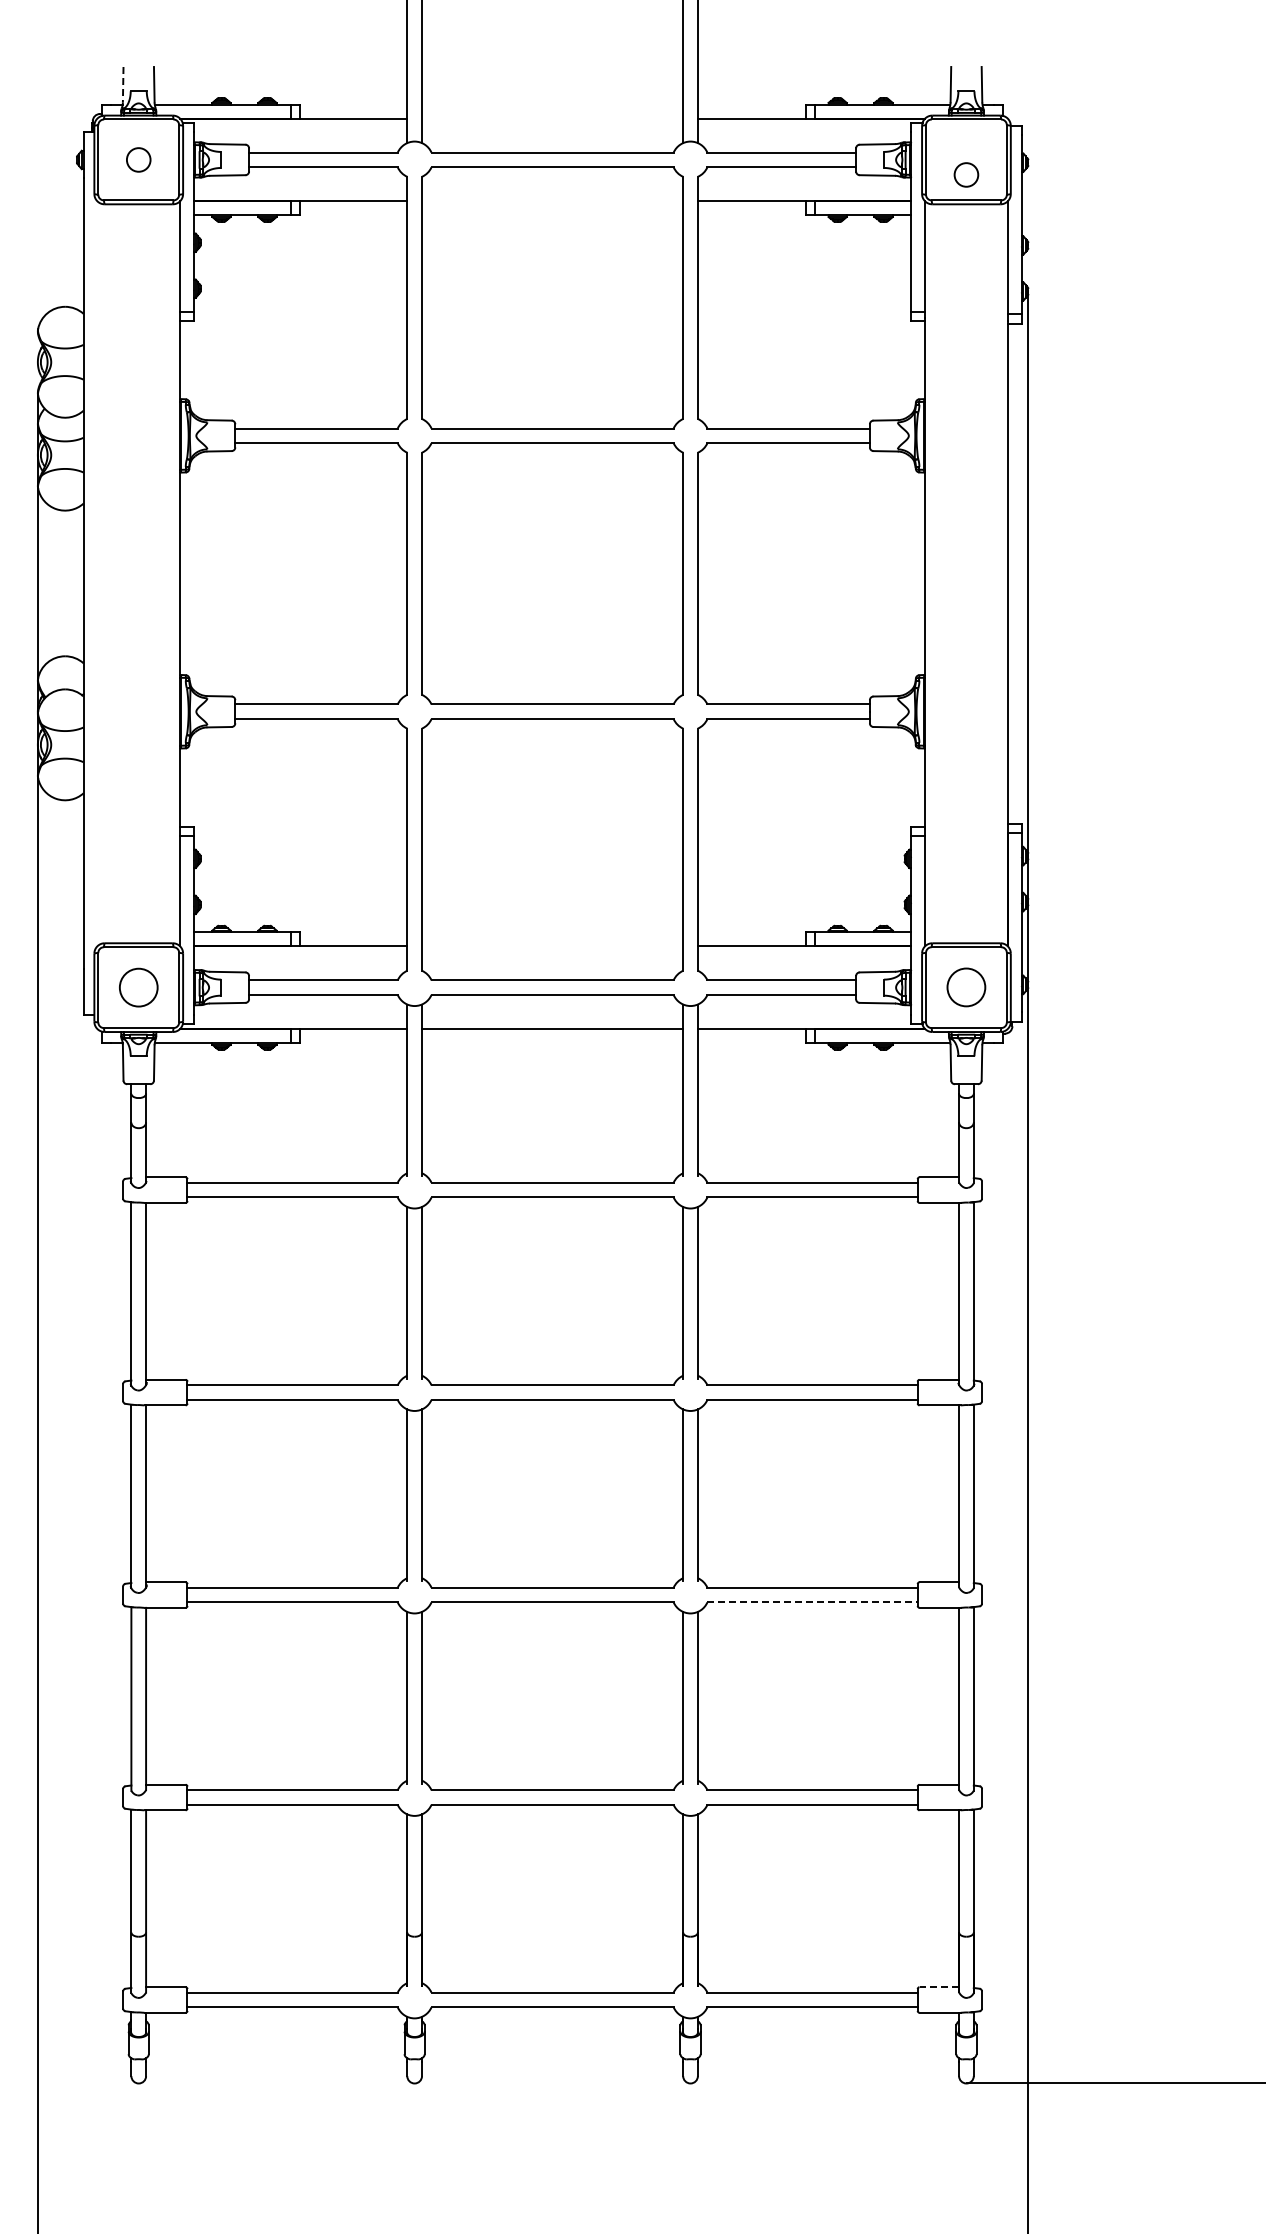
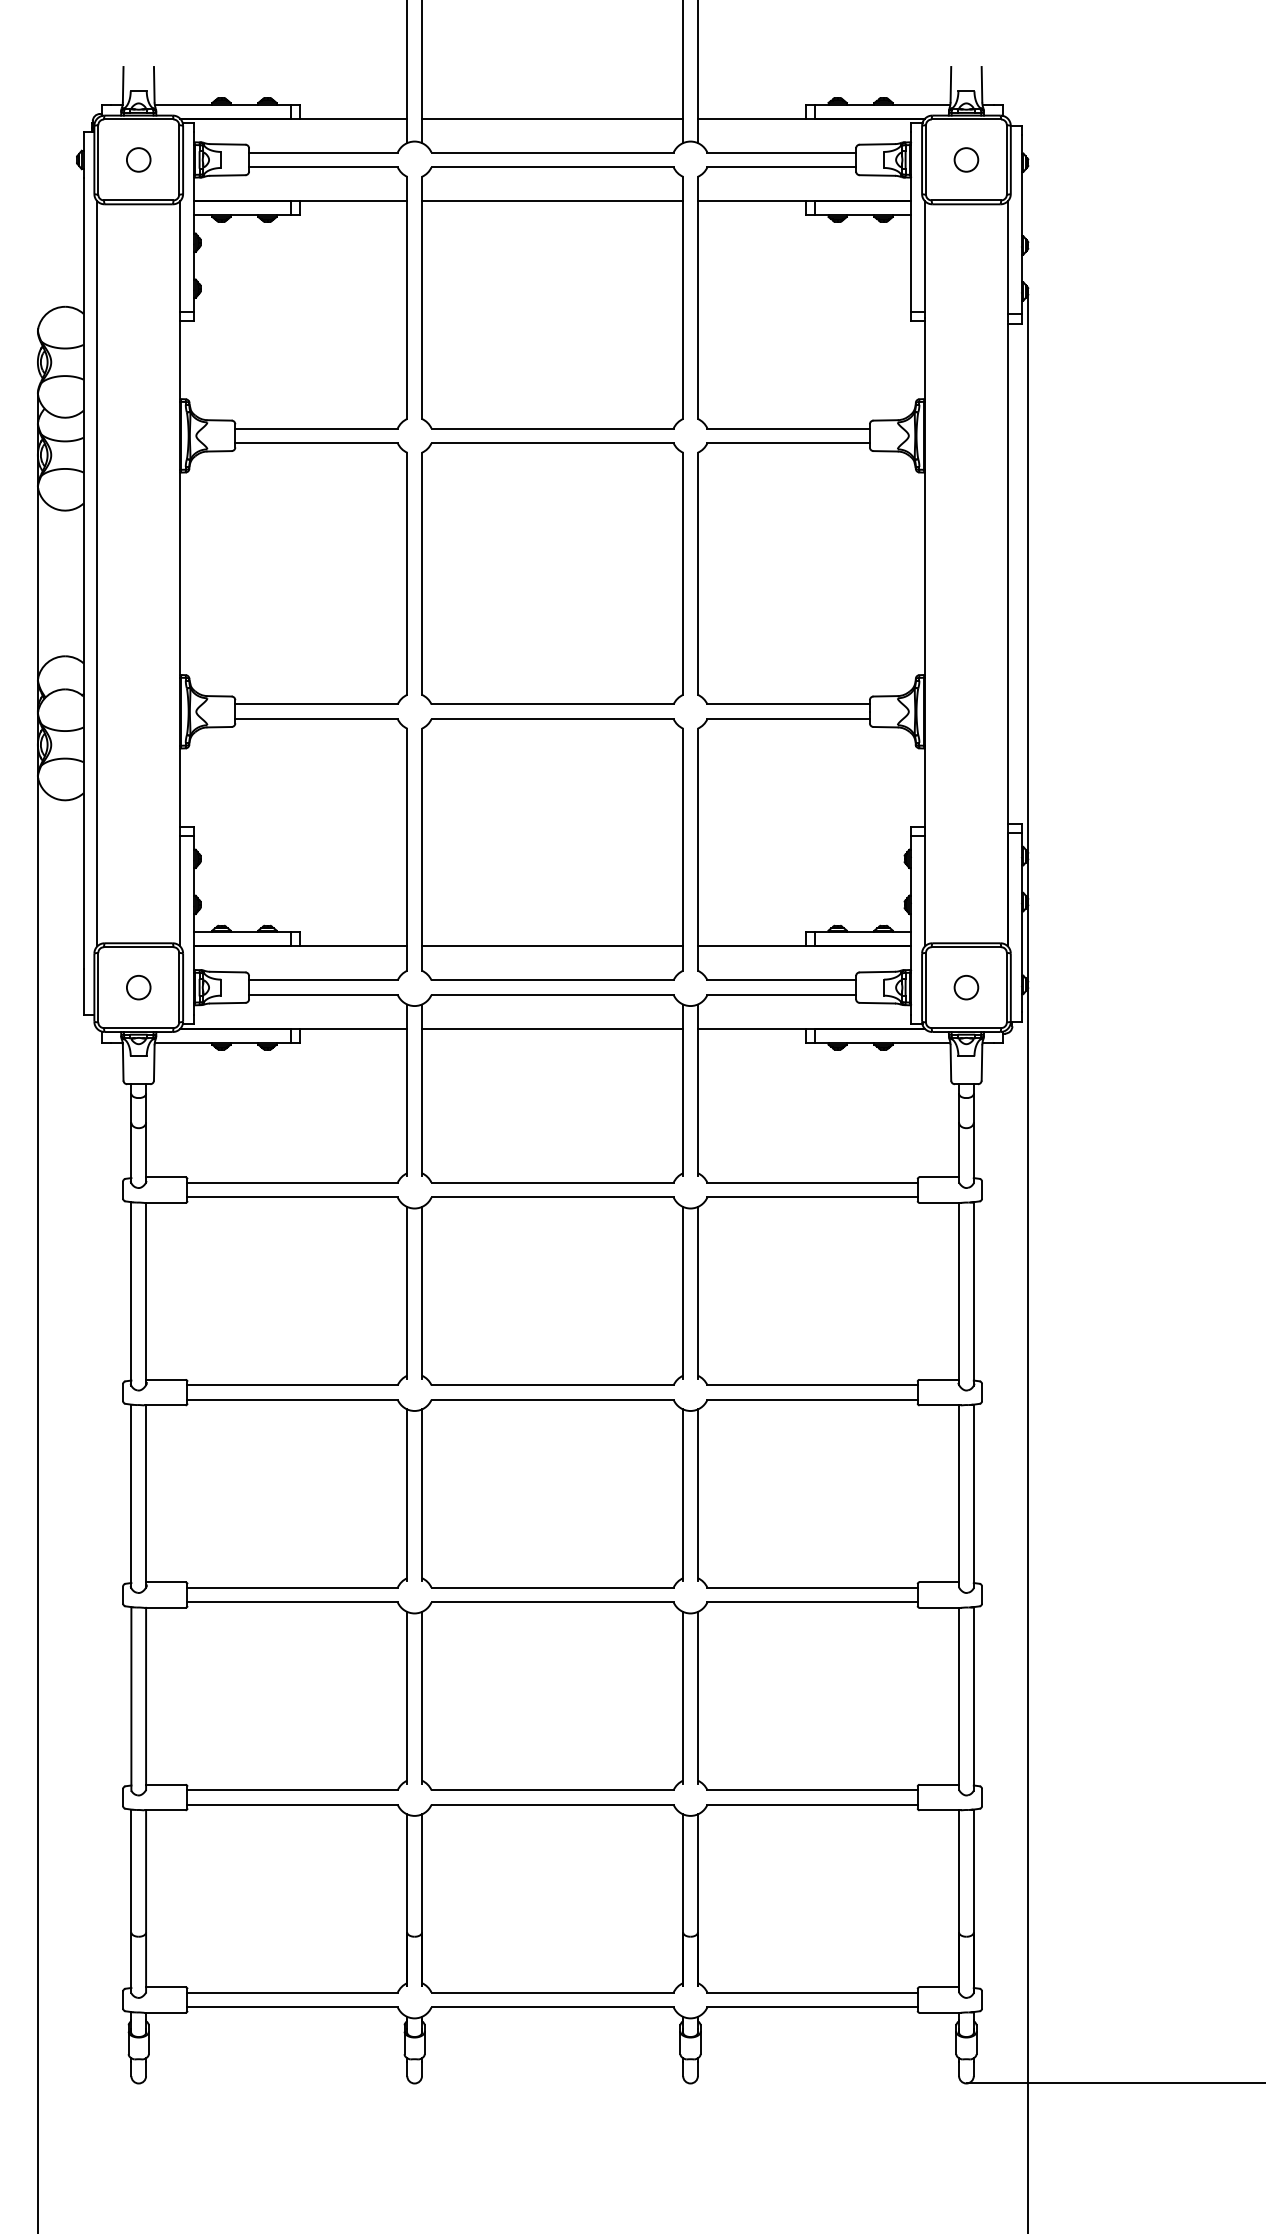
line at (123, 84): dashed -> solid
line at (552, 118): none -> present
circle at (966, 174) position: (966, 174) -> (966, 159)
line at (552, 201): none -> present
line at (97, 573): none -> present
line at (552, 946): none -> present
circle at (138, 987) diameter: 38 px -> 24 px
circle at (966, 987) size: 41x41 px -> 27x26 px
line at (813, 1602): dashed -> solid
line at (939, 1987): dashed -> solid
